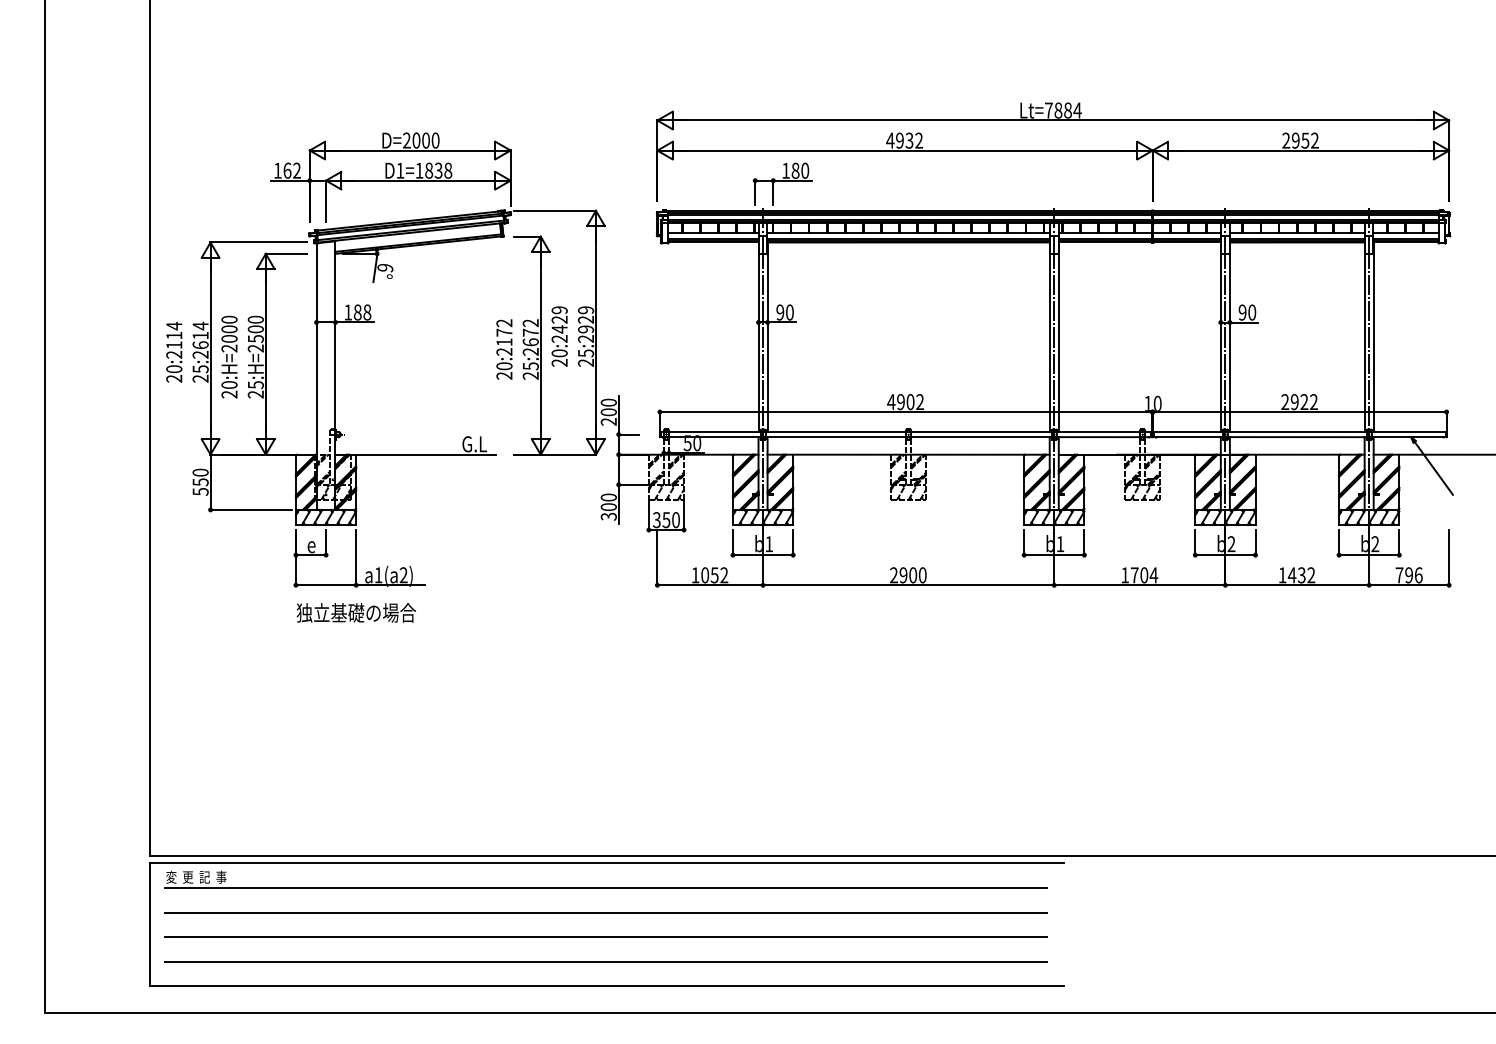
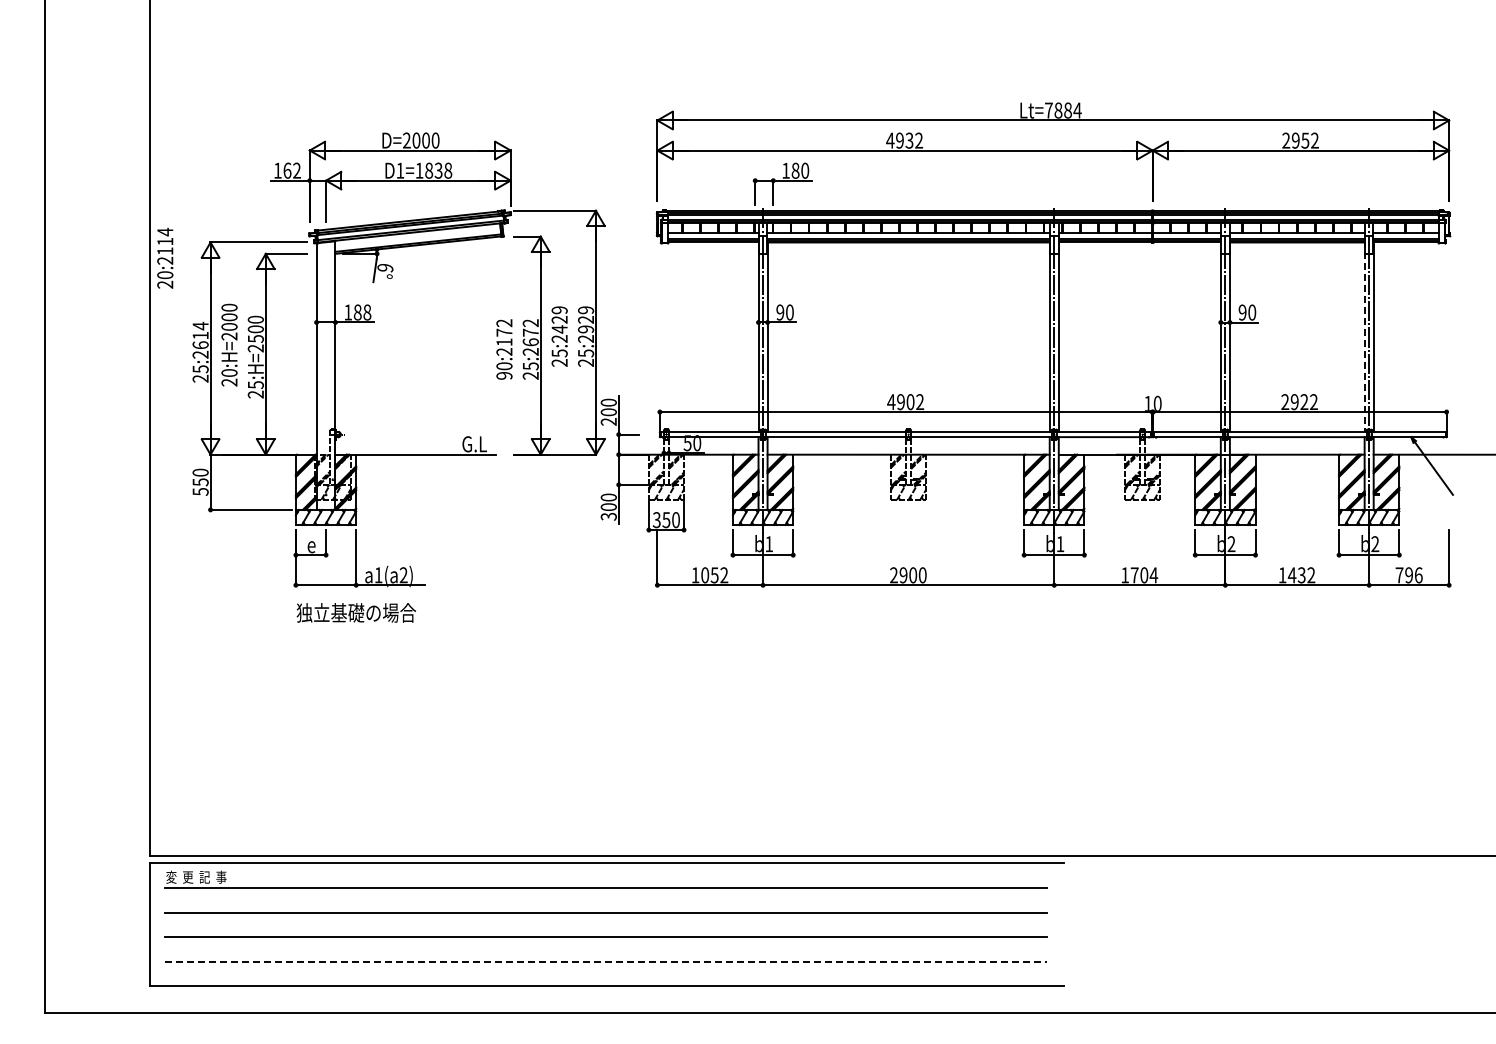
line at (1364, 336): solid -> dashed
text at (174, 351) position: (174, 351) -> (165, 257)
text at (559, 353): 20:2429 -> 25:2429
text at (229, 356) position: (229, 356) -> (229, 344)
text at (504, 375): 20:2172 -> 90:2172
line at (605, 961): solid -> dashed
